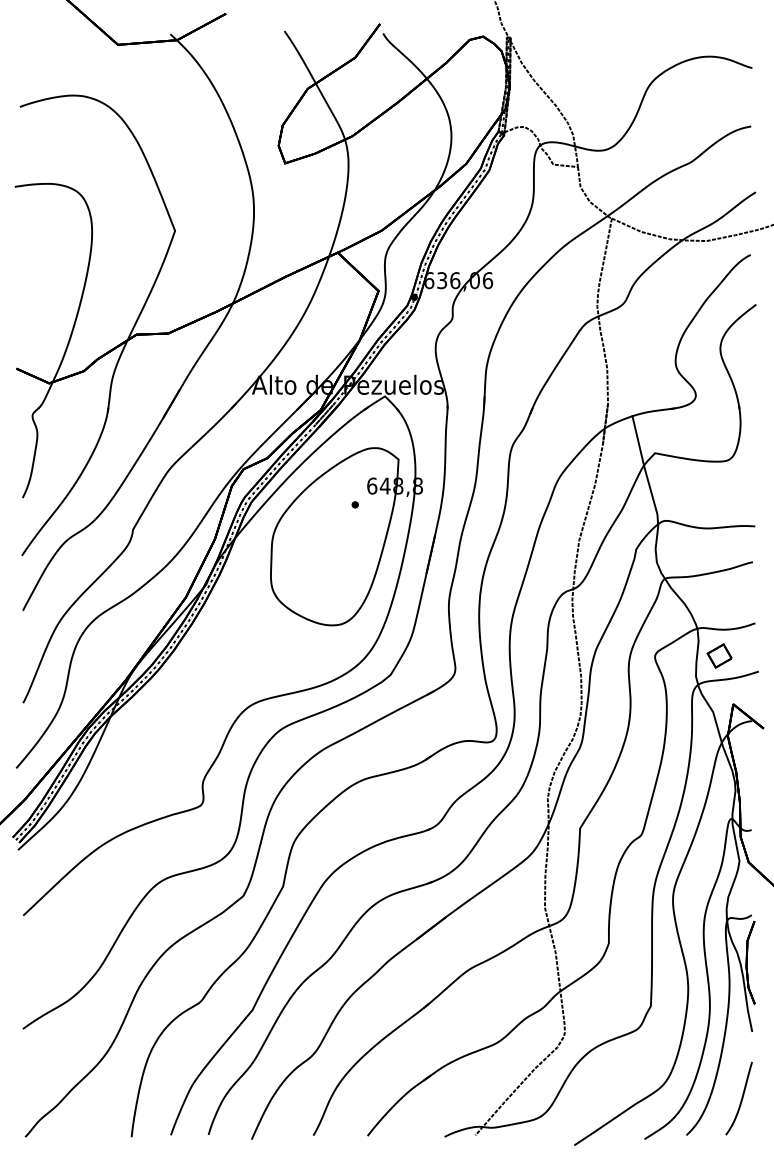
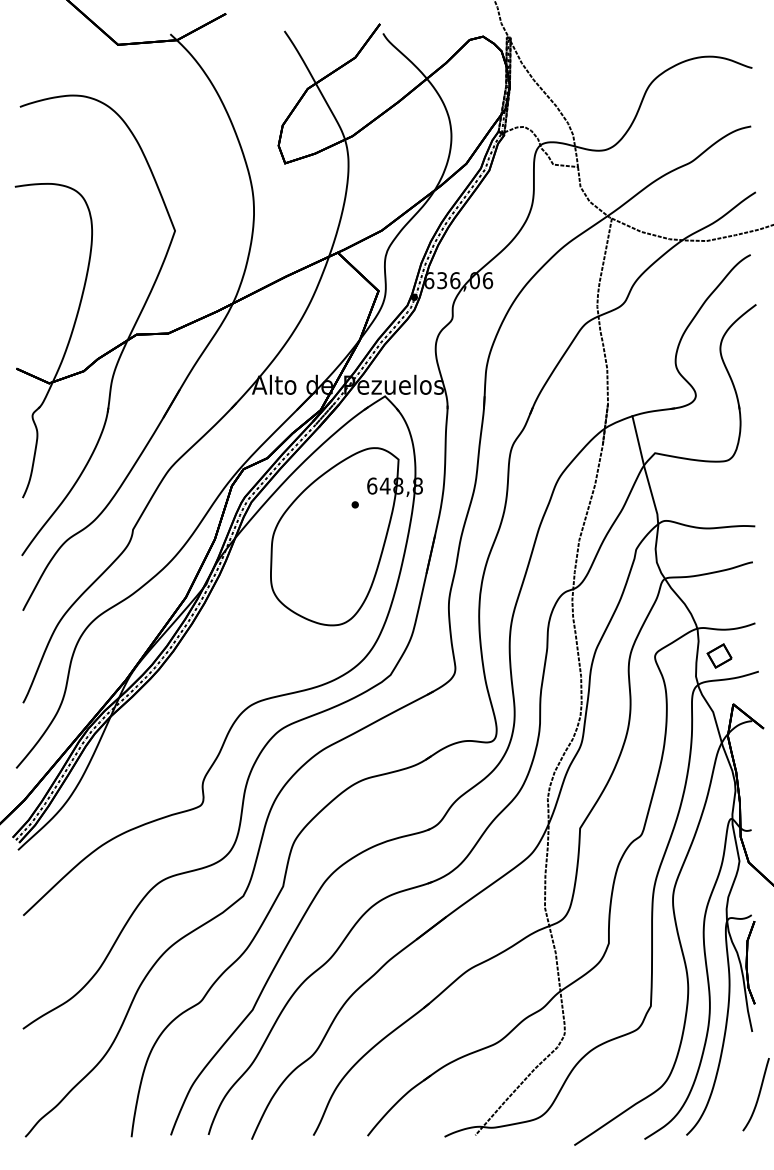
curve at (740, 1100) position: (740, 1100) -> (757, 1096)
